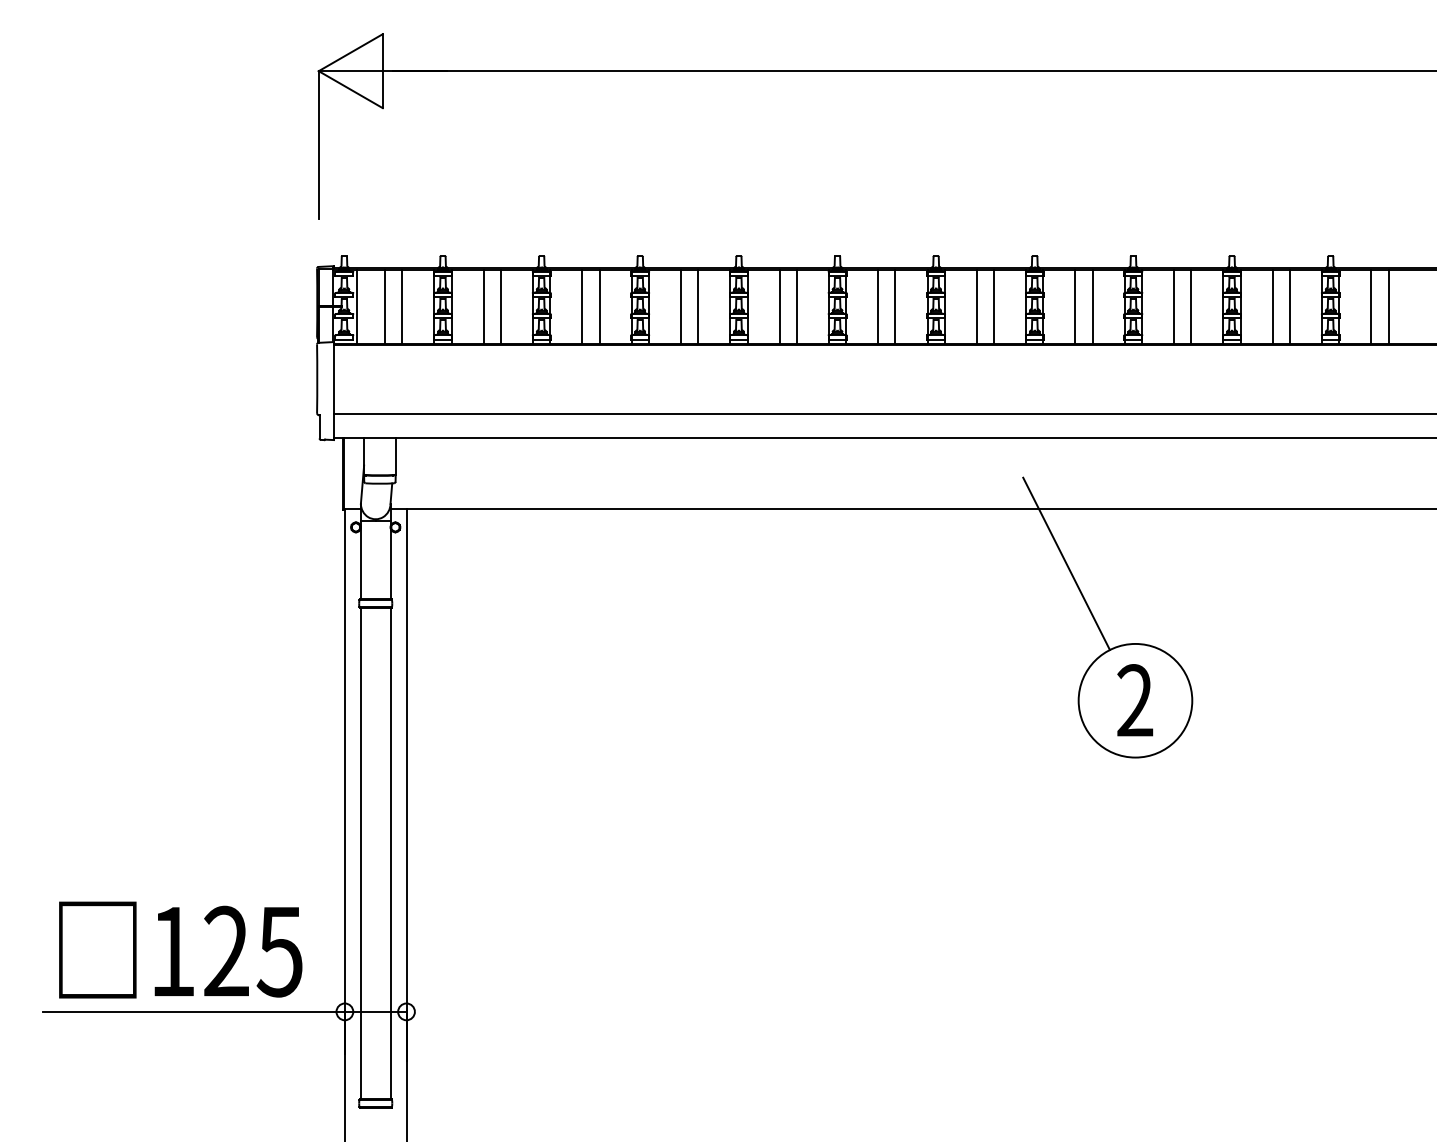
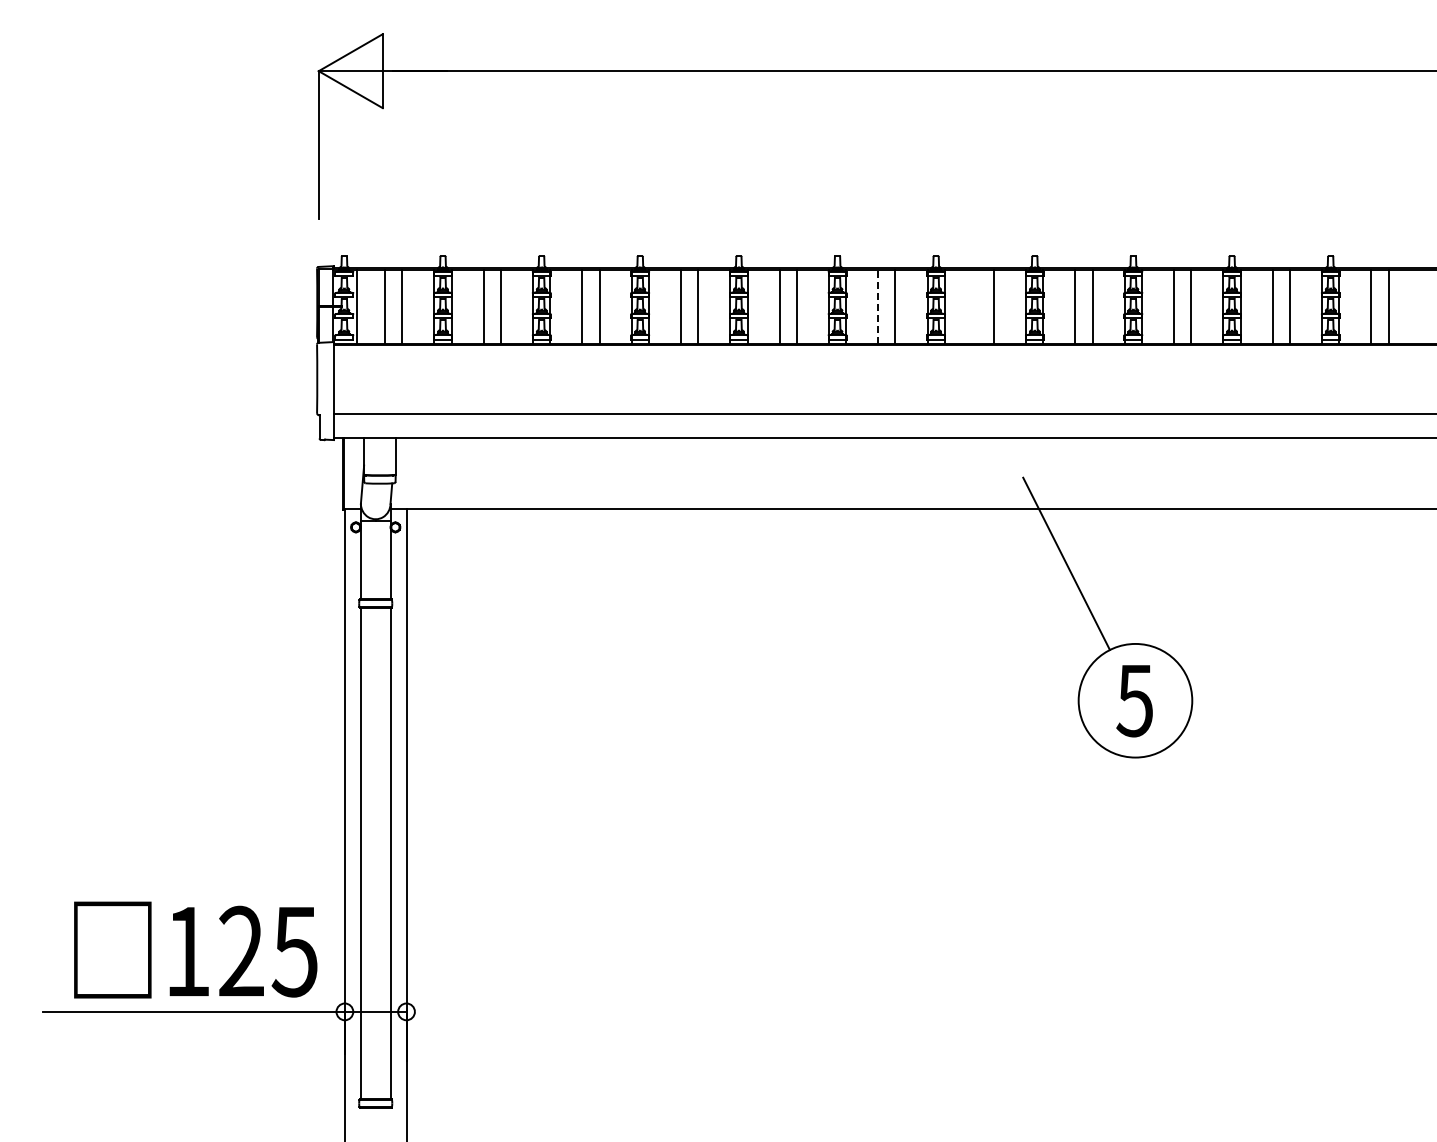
line at (878, 306): solid -> dashed
line at (976, 306): present -> none
text at (1134, 700): 2 -> 5
text at (180, 949) position: (180, 949) -> (195, 949)
